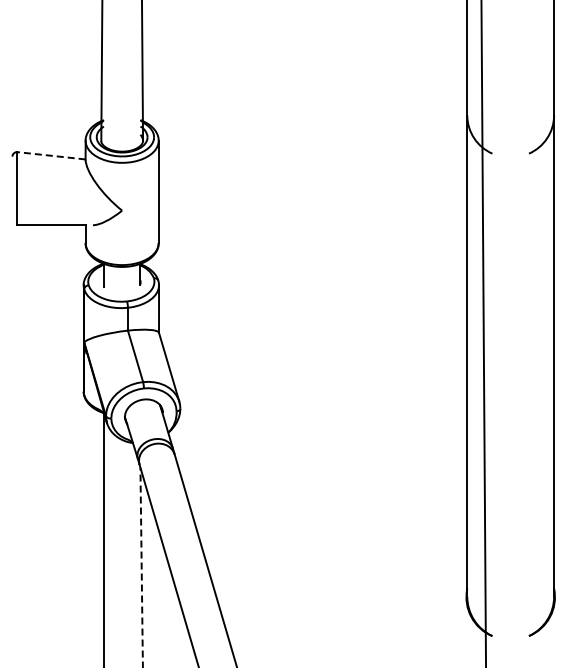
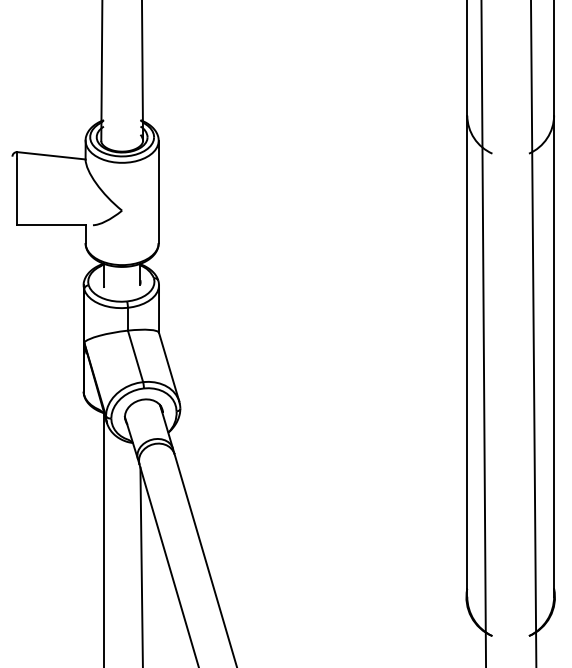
line at (50, 155): dashed -> solid
line at (533, 333): none -> present
line at (141, 567): dashed -> solid
